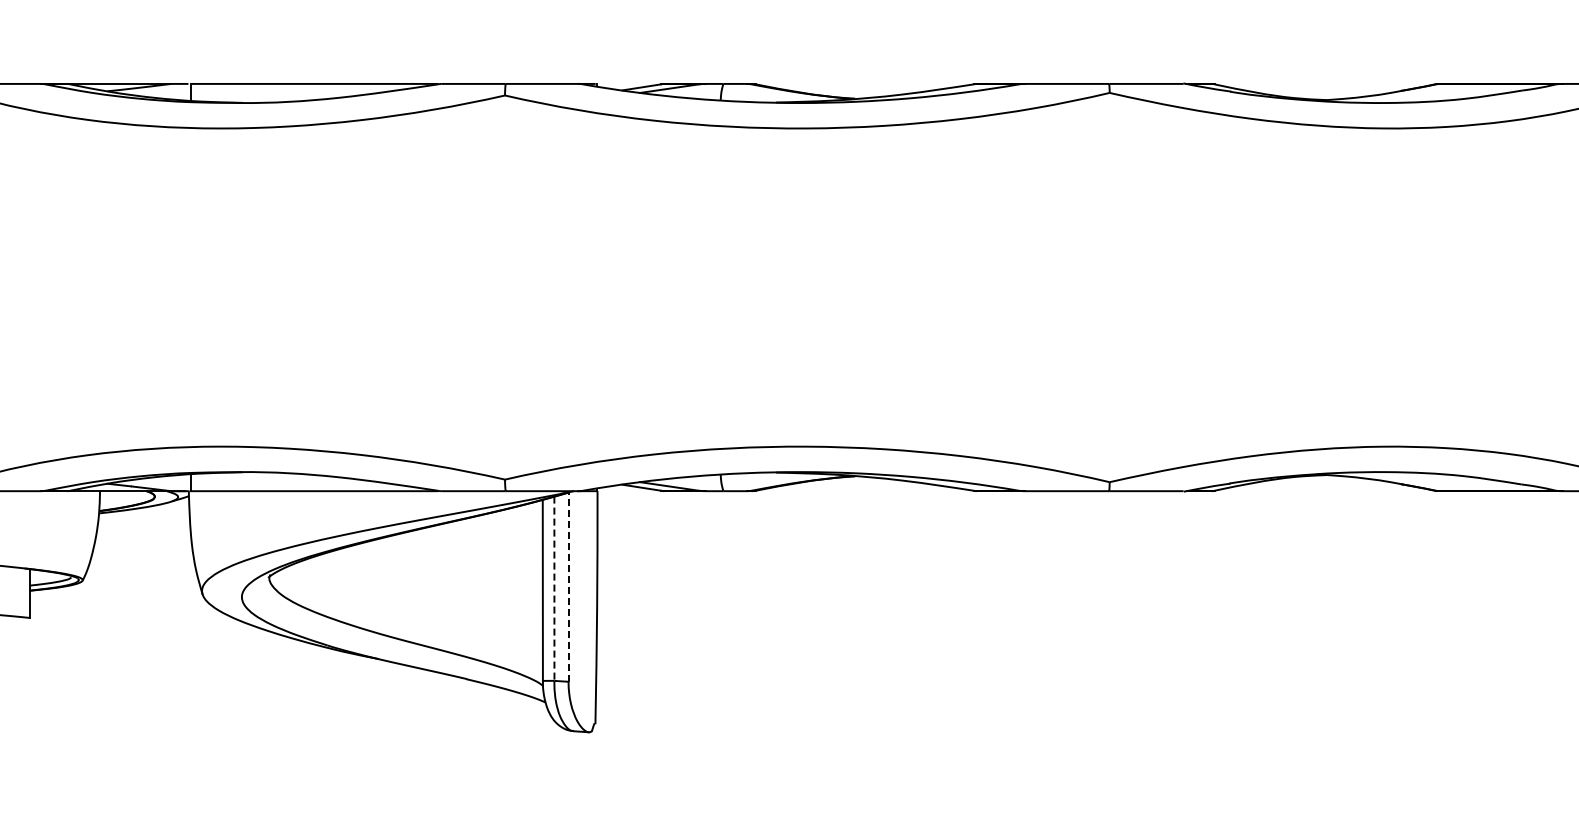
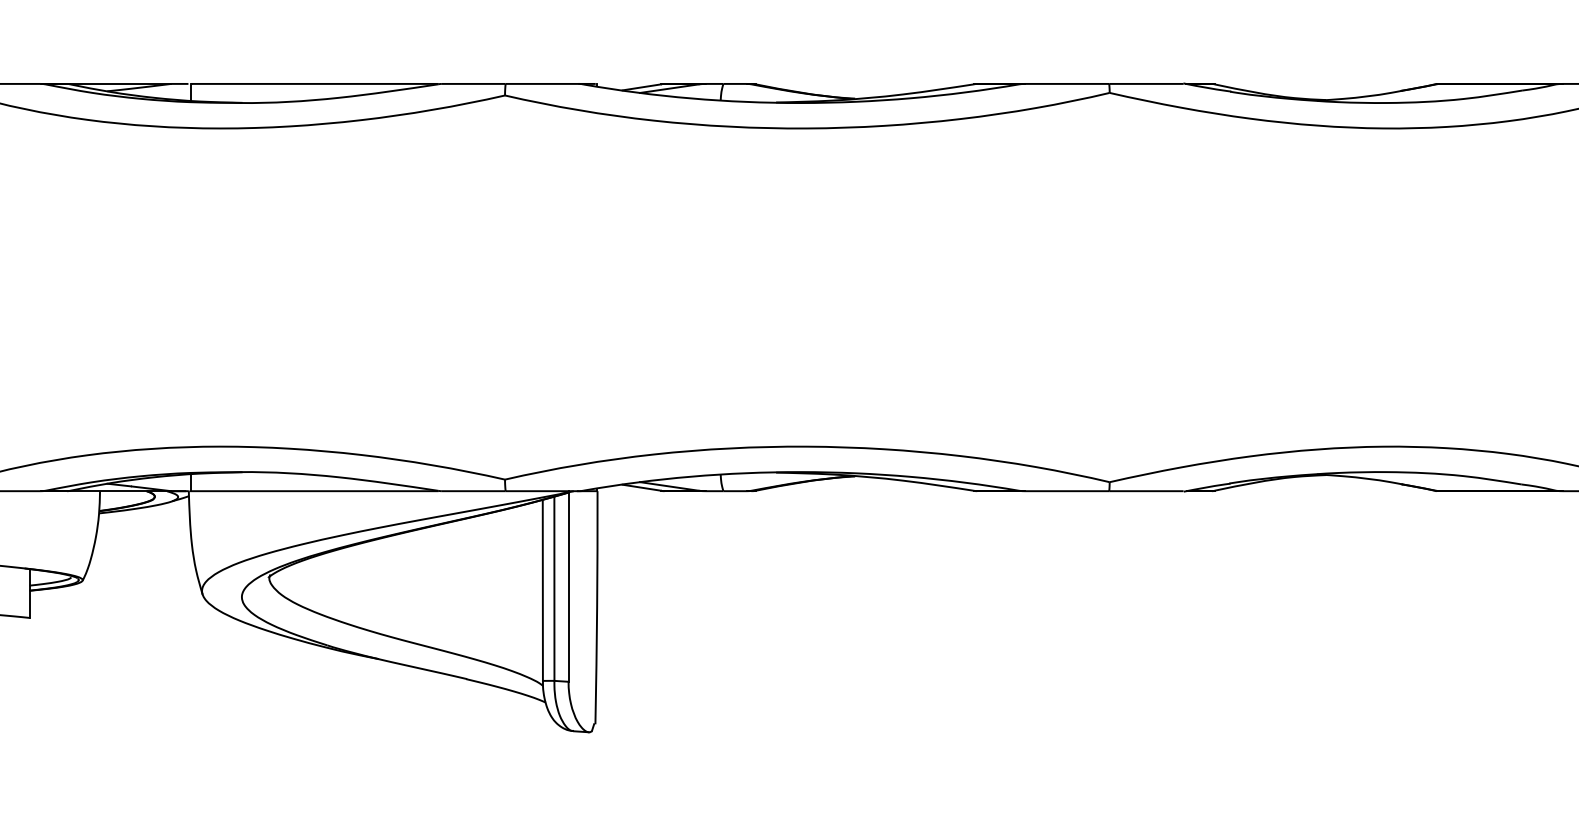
line at (568, 585): dashed -> solid
line at (554, 589): dashed -> solid
